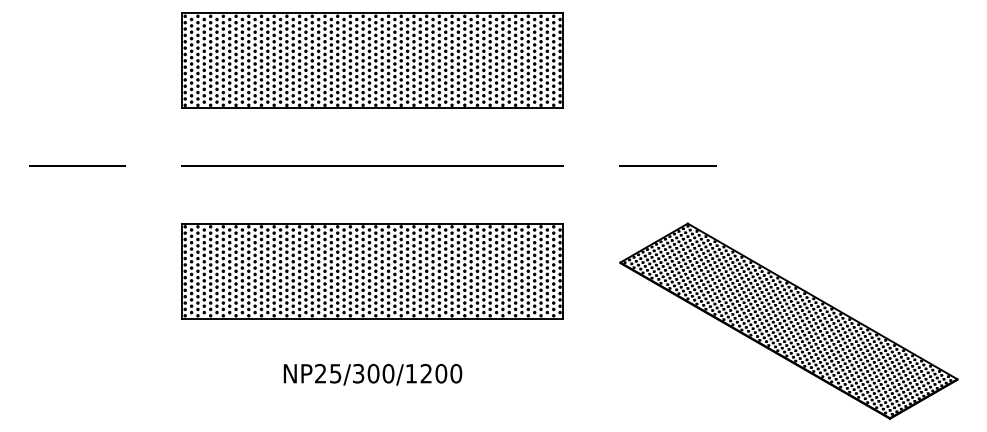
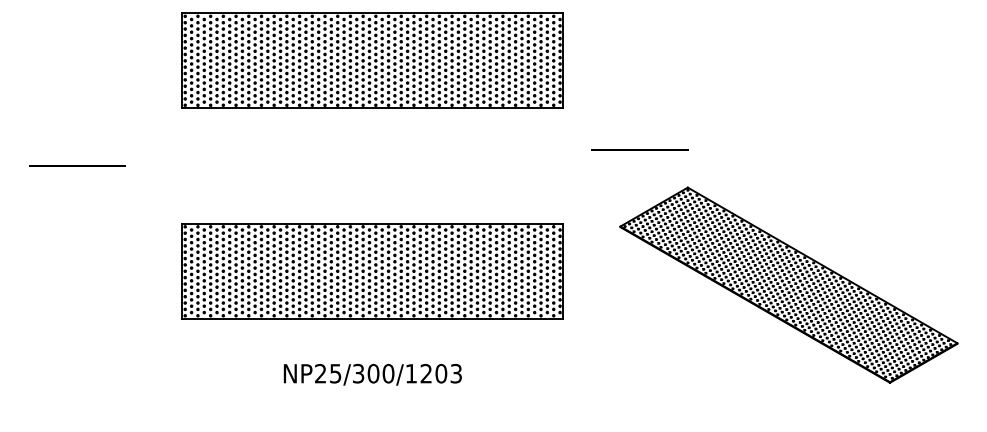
line at (372, 165): present -> none
line at (667, 165) position: (667, 165) -> (639, 149)
part at (788, 320) position: (788, 320) -> (788, 284)
text at (456, 373): NP25/300/1200 -> NP25/300/1203
